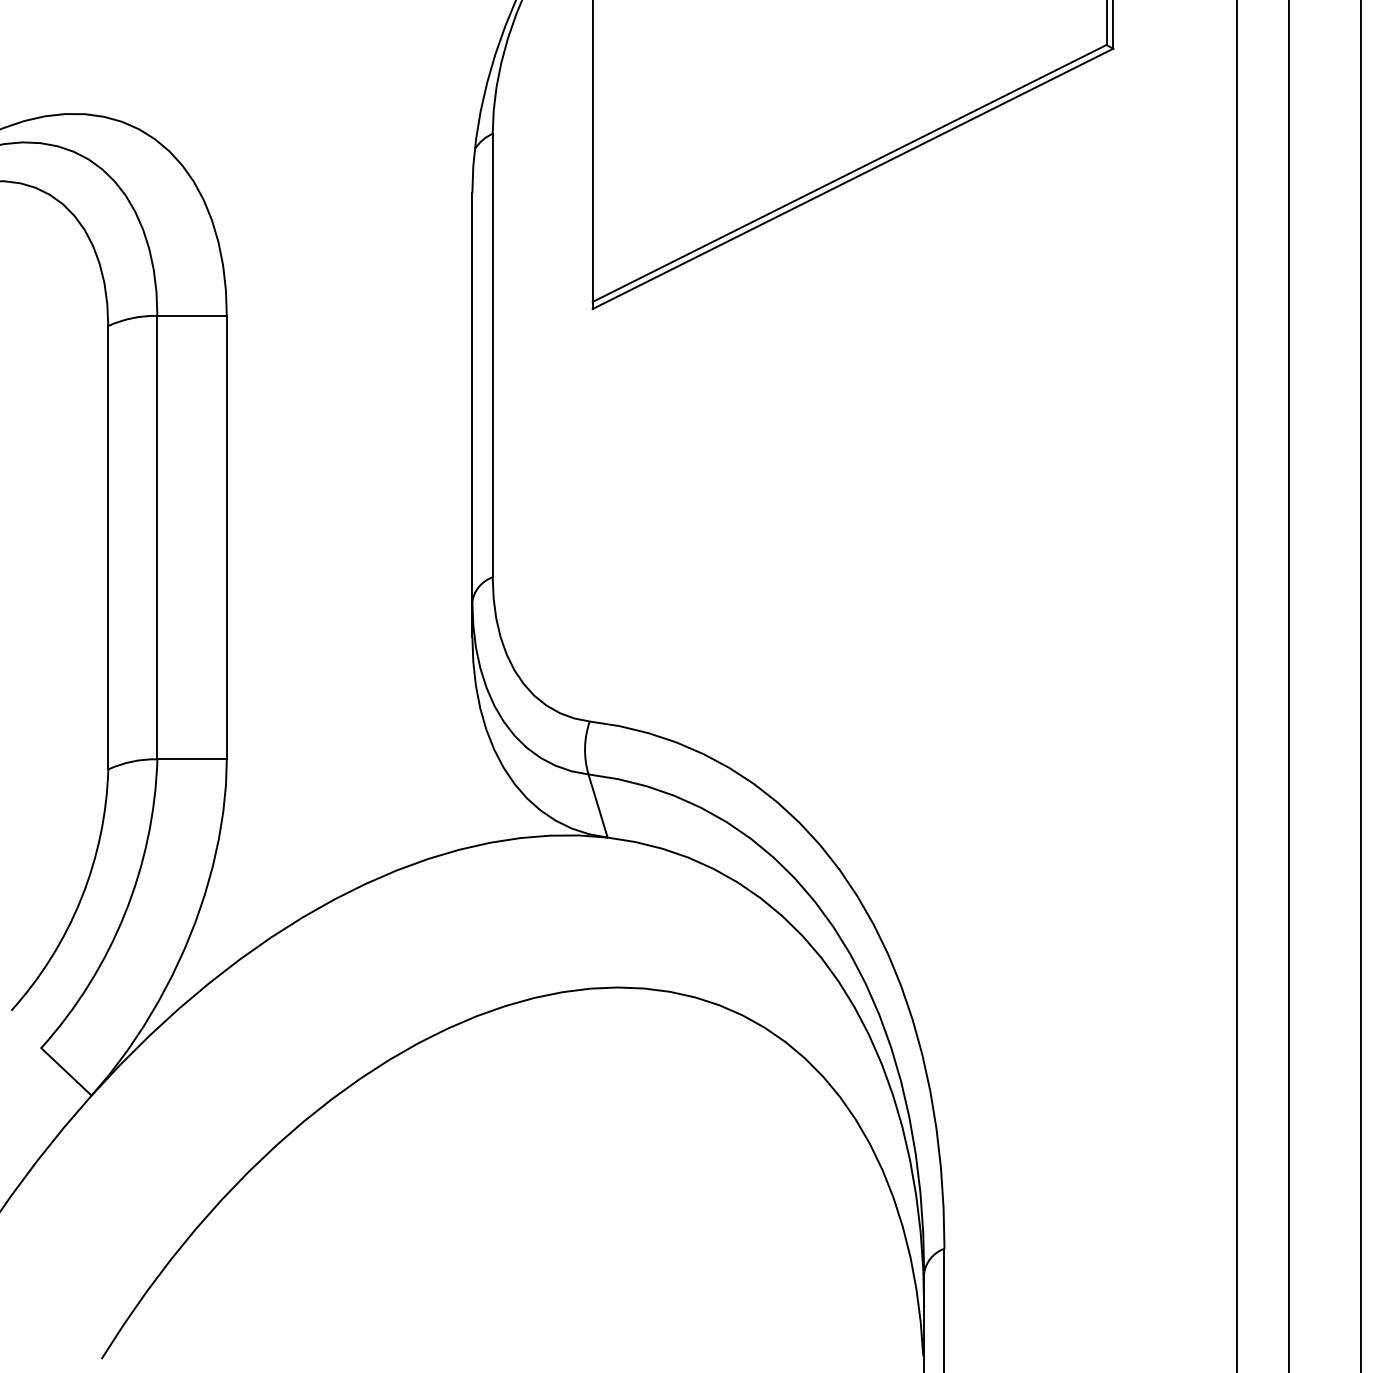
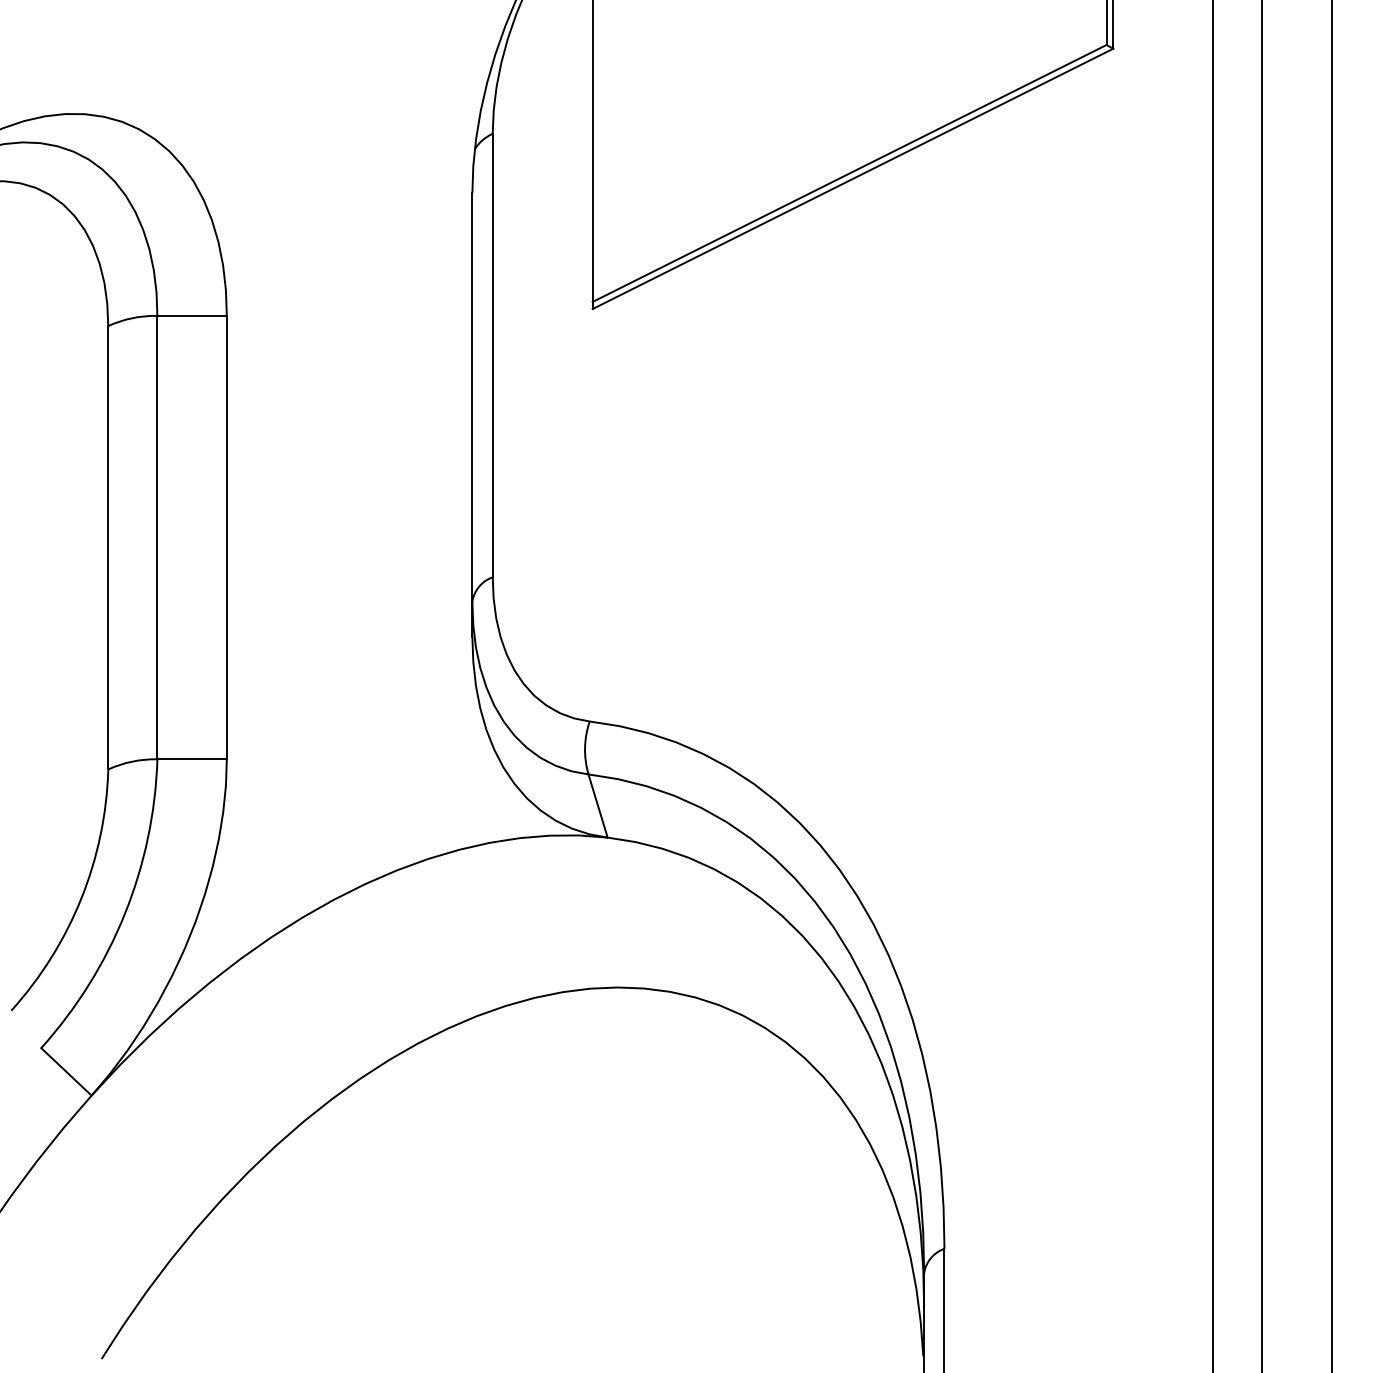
line at (1237, 685) position: (1237, 685) -> (1213, 685)
line at (1289, 685) position: (1289, 685) -> (1262, 685)
line at (1360, 685) position: (1360, 685) -> (1331, 685)
